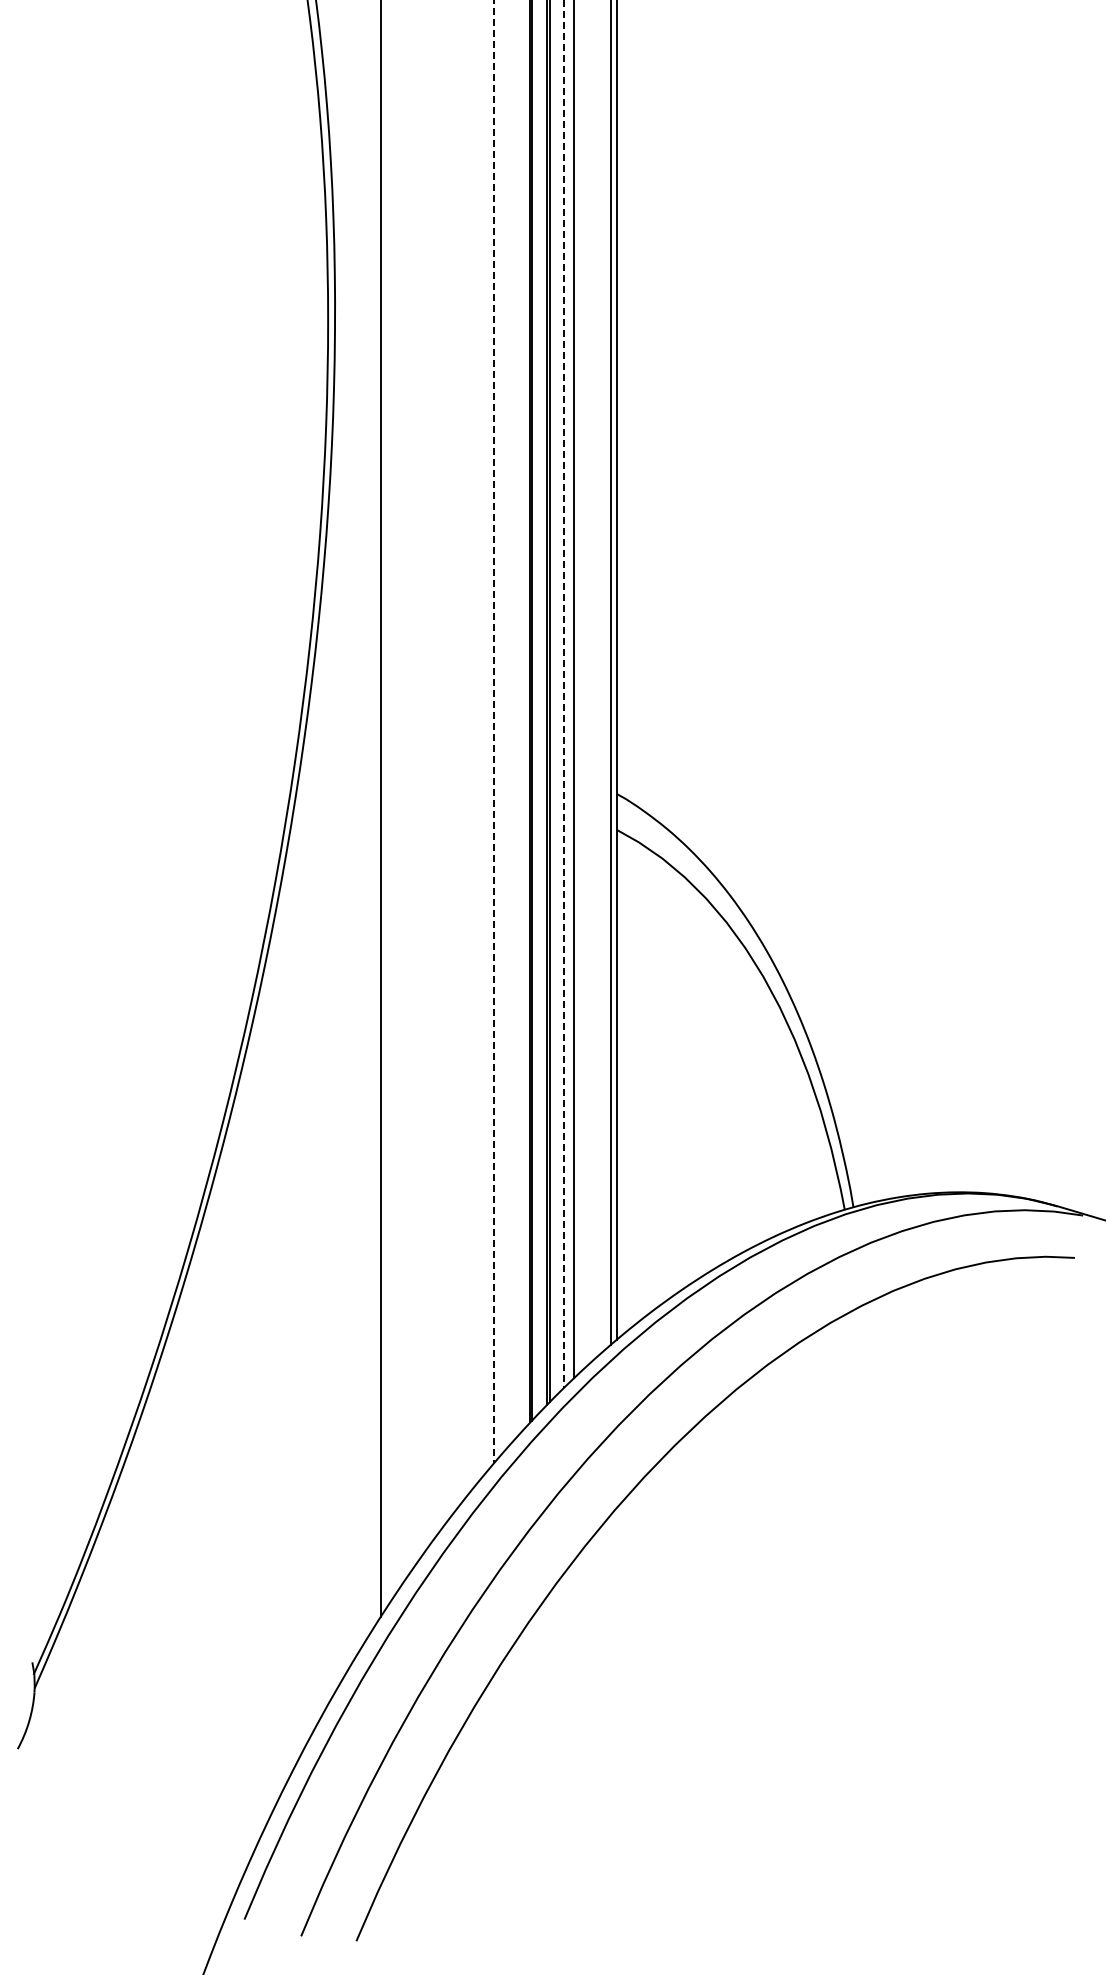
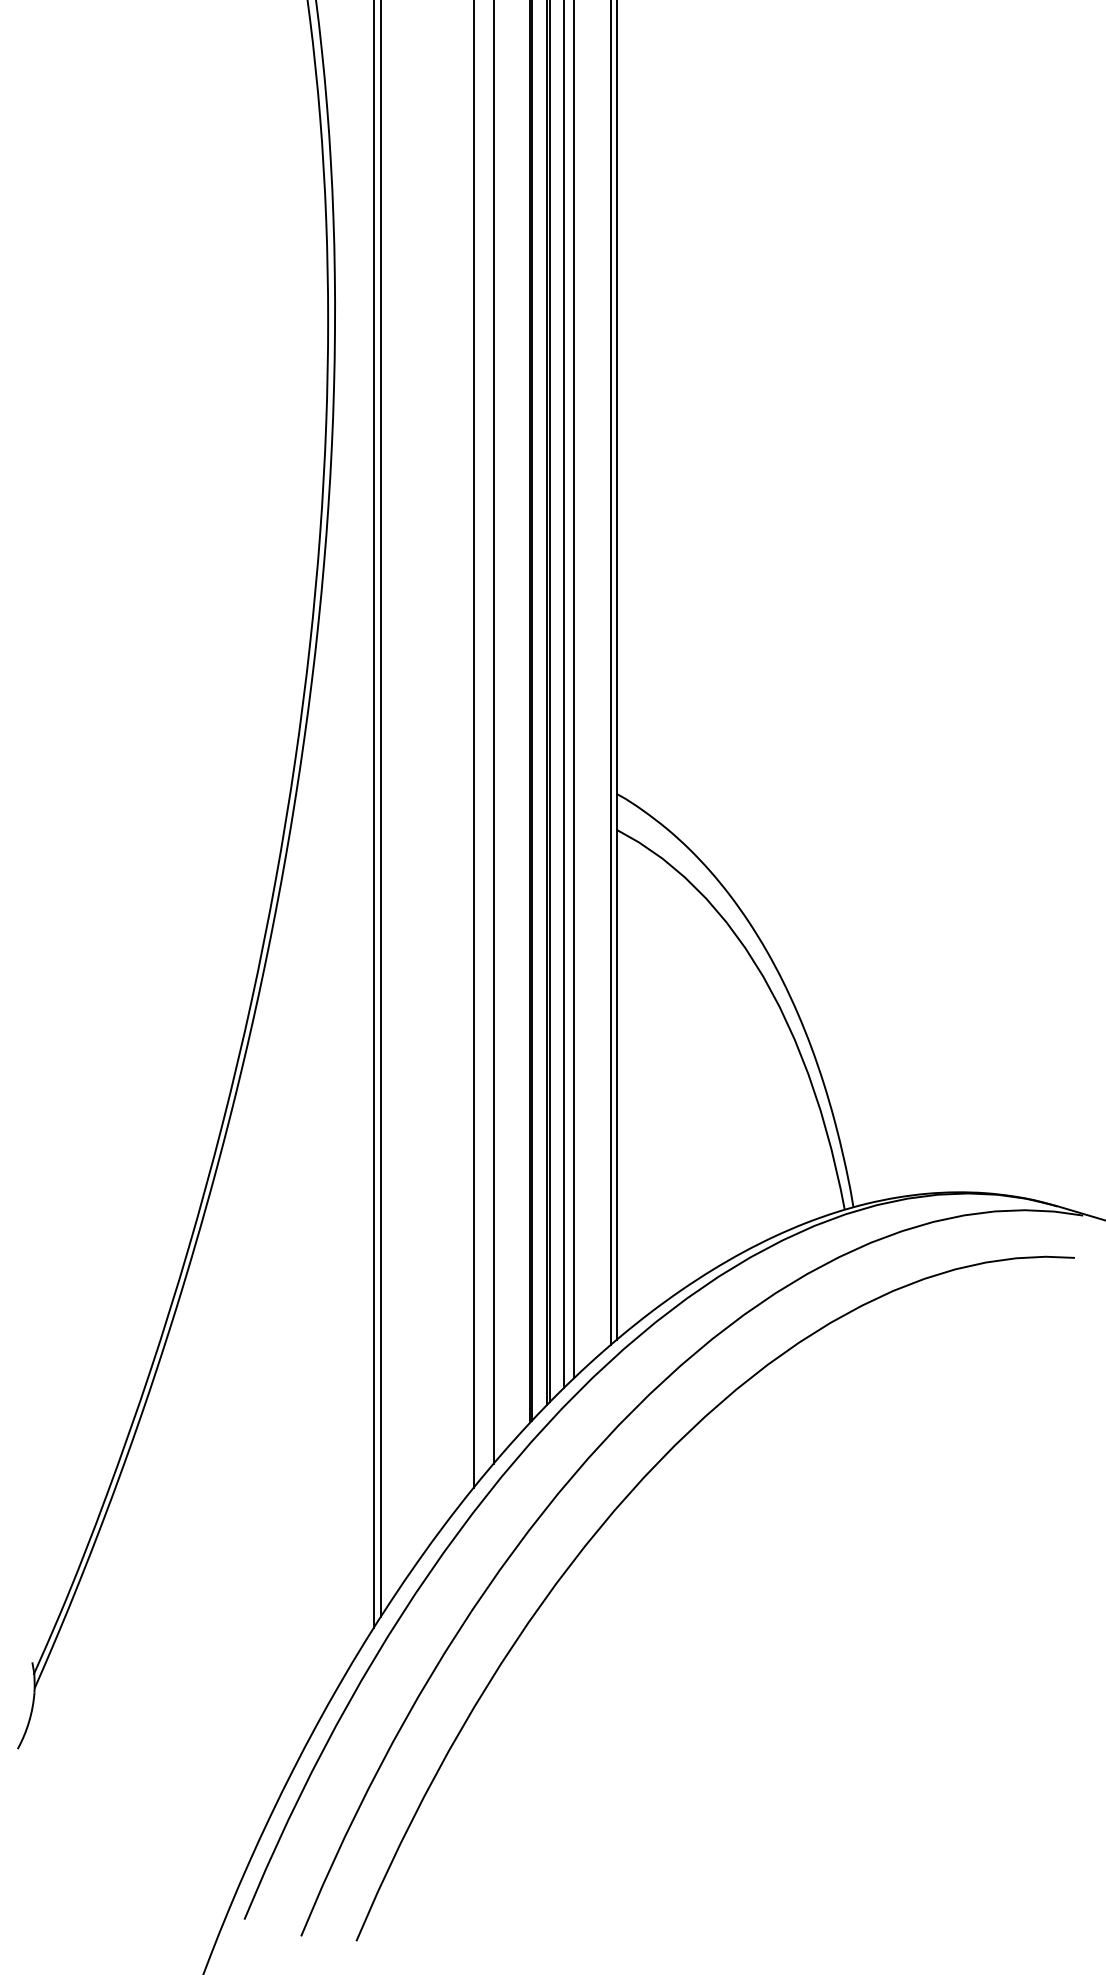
line at (563, 694): dashed -> solid
line at (493, 732): dashed -> solid
line at (473, 744): none -> present
line at (373, 815): none -> present
